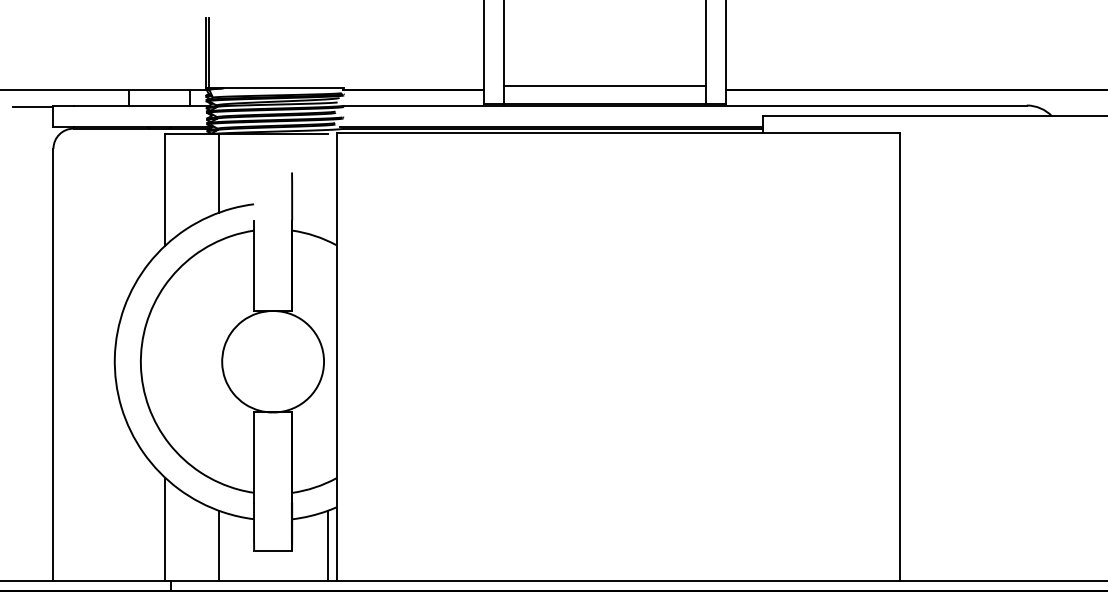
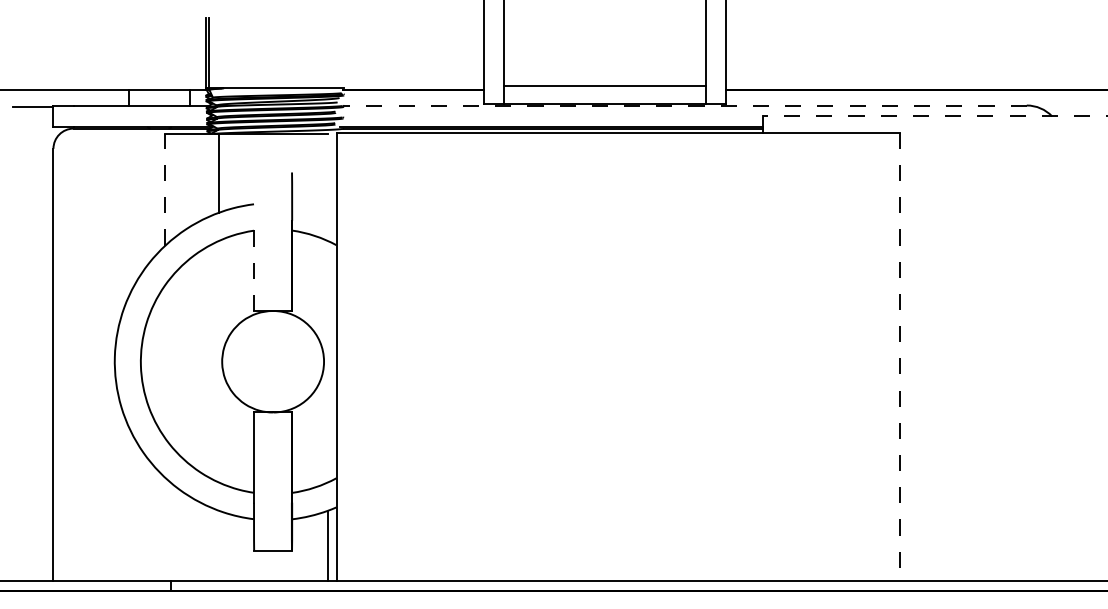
line at (685, 105): solid -> dashed
line at (935, 116): solid -> dashed
line at (165, 189): solid -> dashed
line at (254, 265): solid -> dashed
line at (900, 357): solid -> dashed
line at (165, 529): present -> none
line at (219, 545): present -> none
